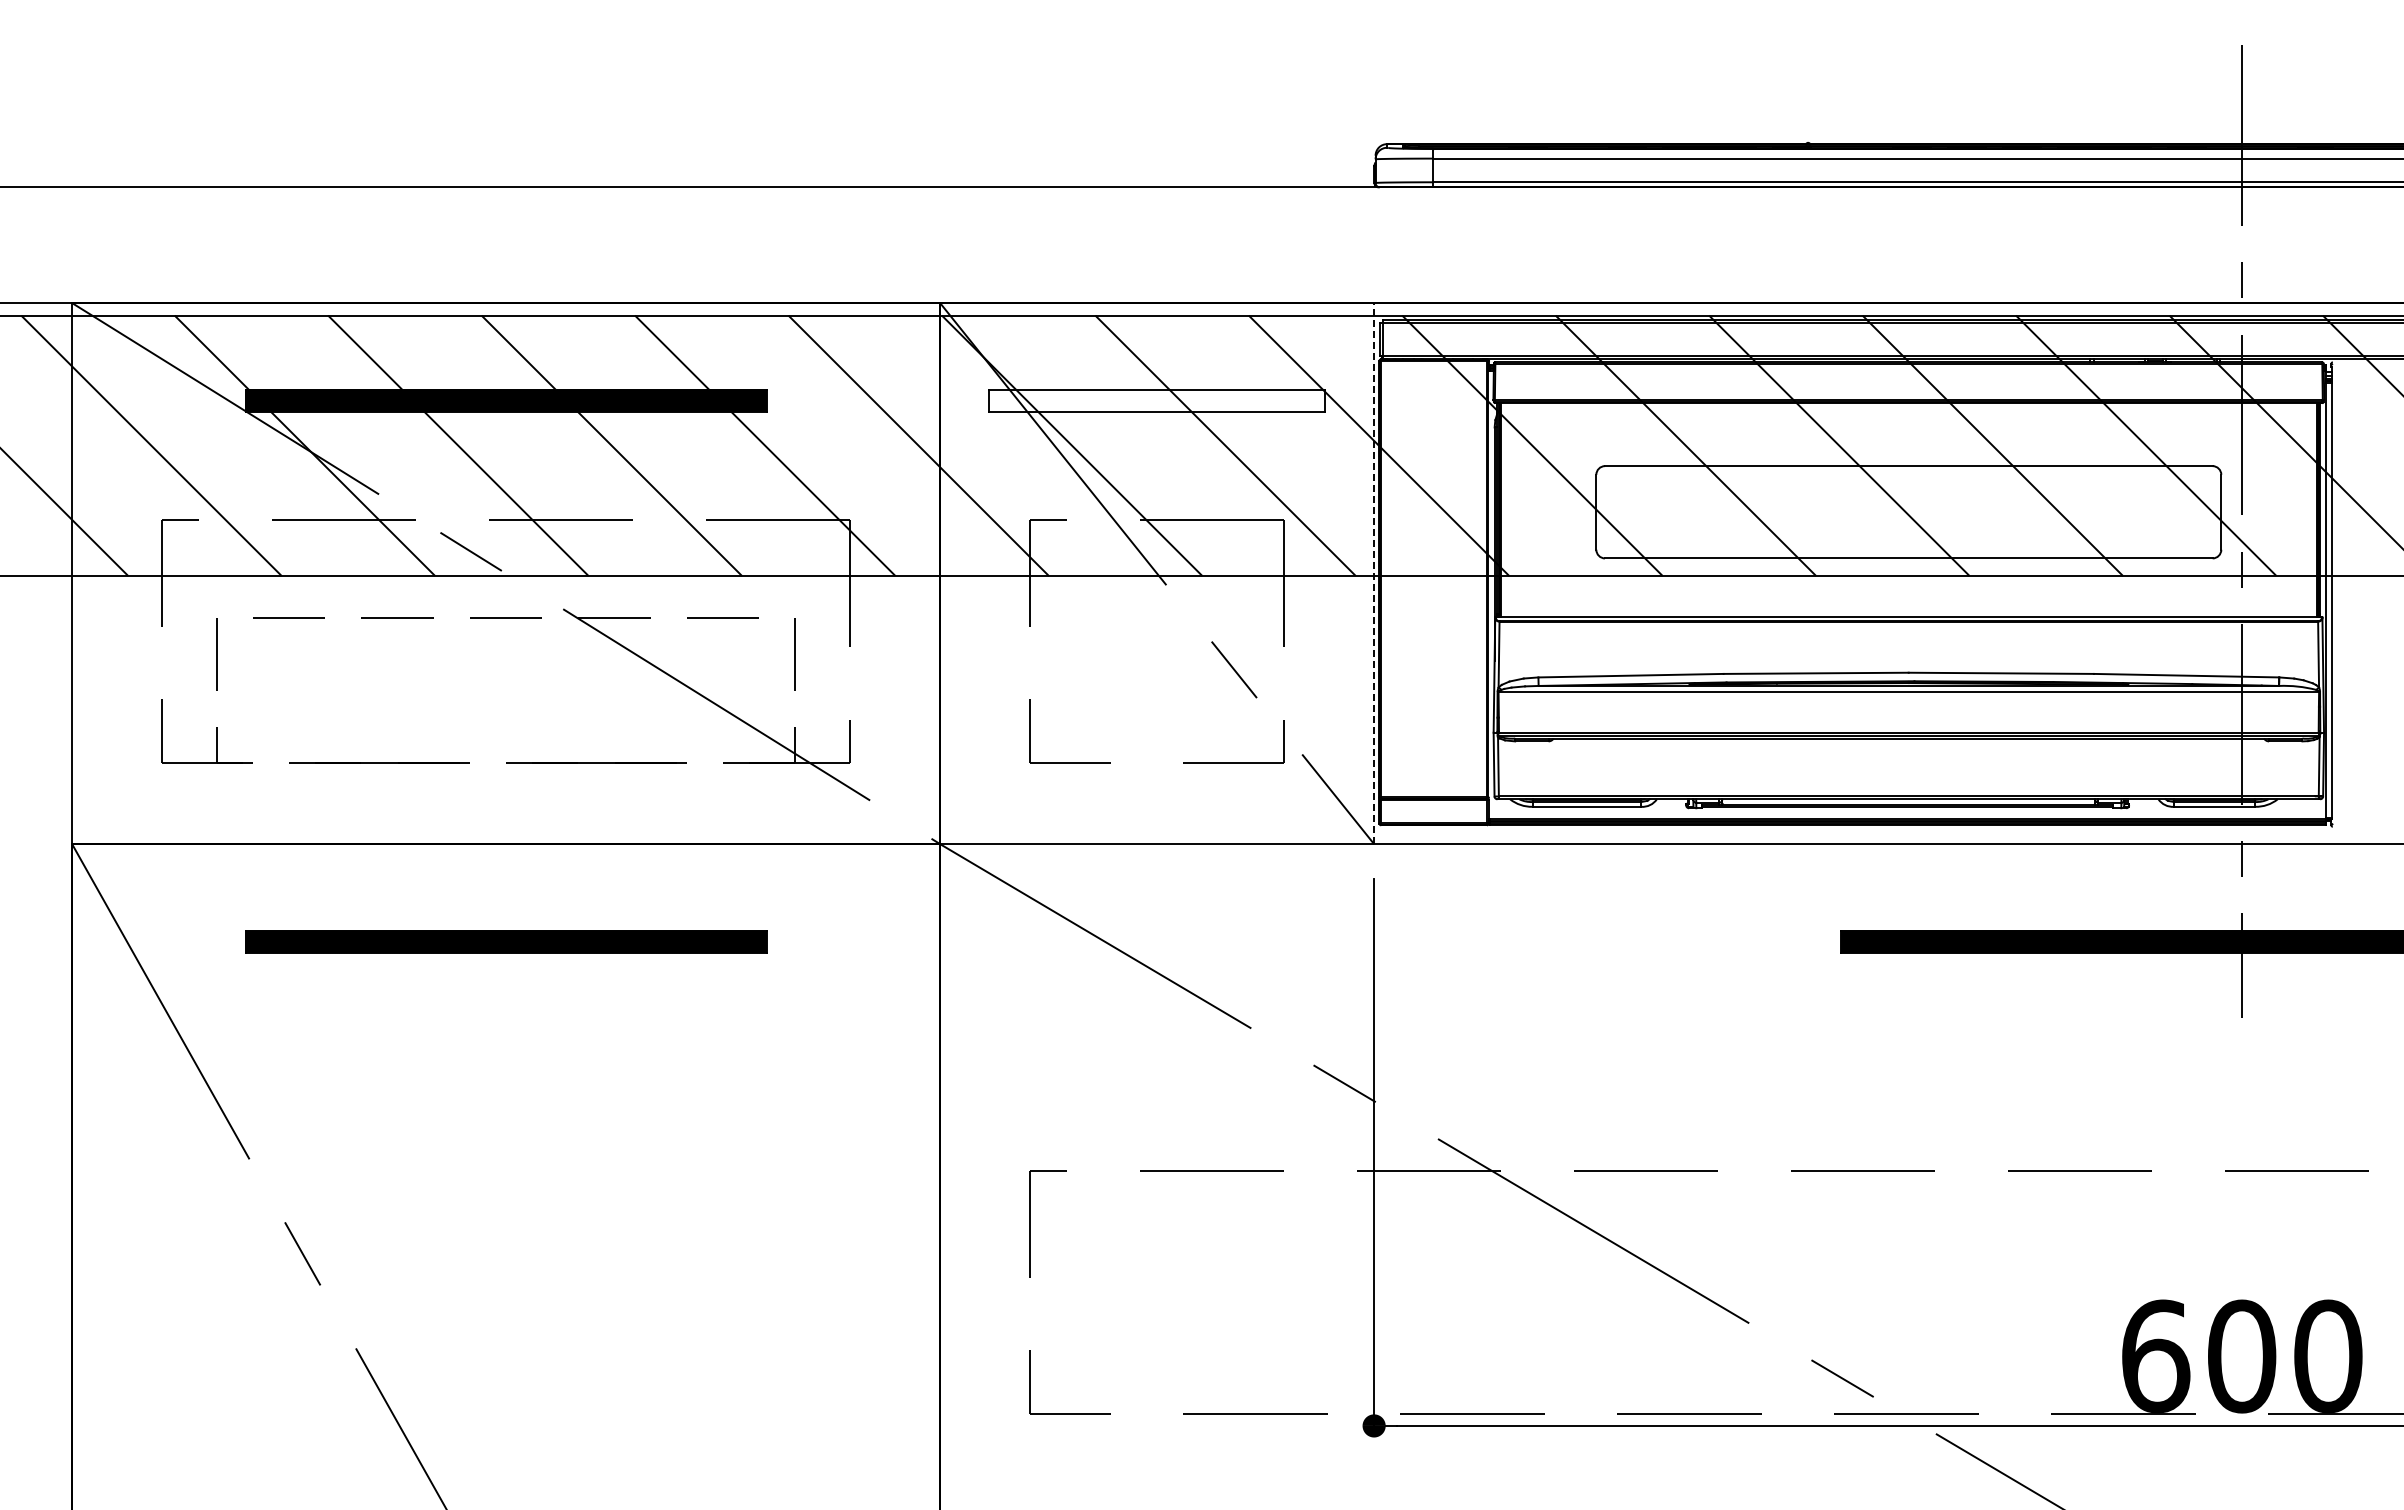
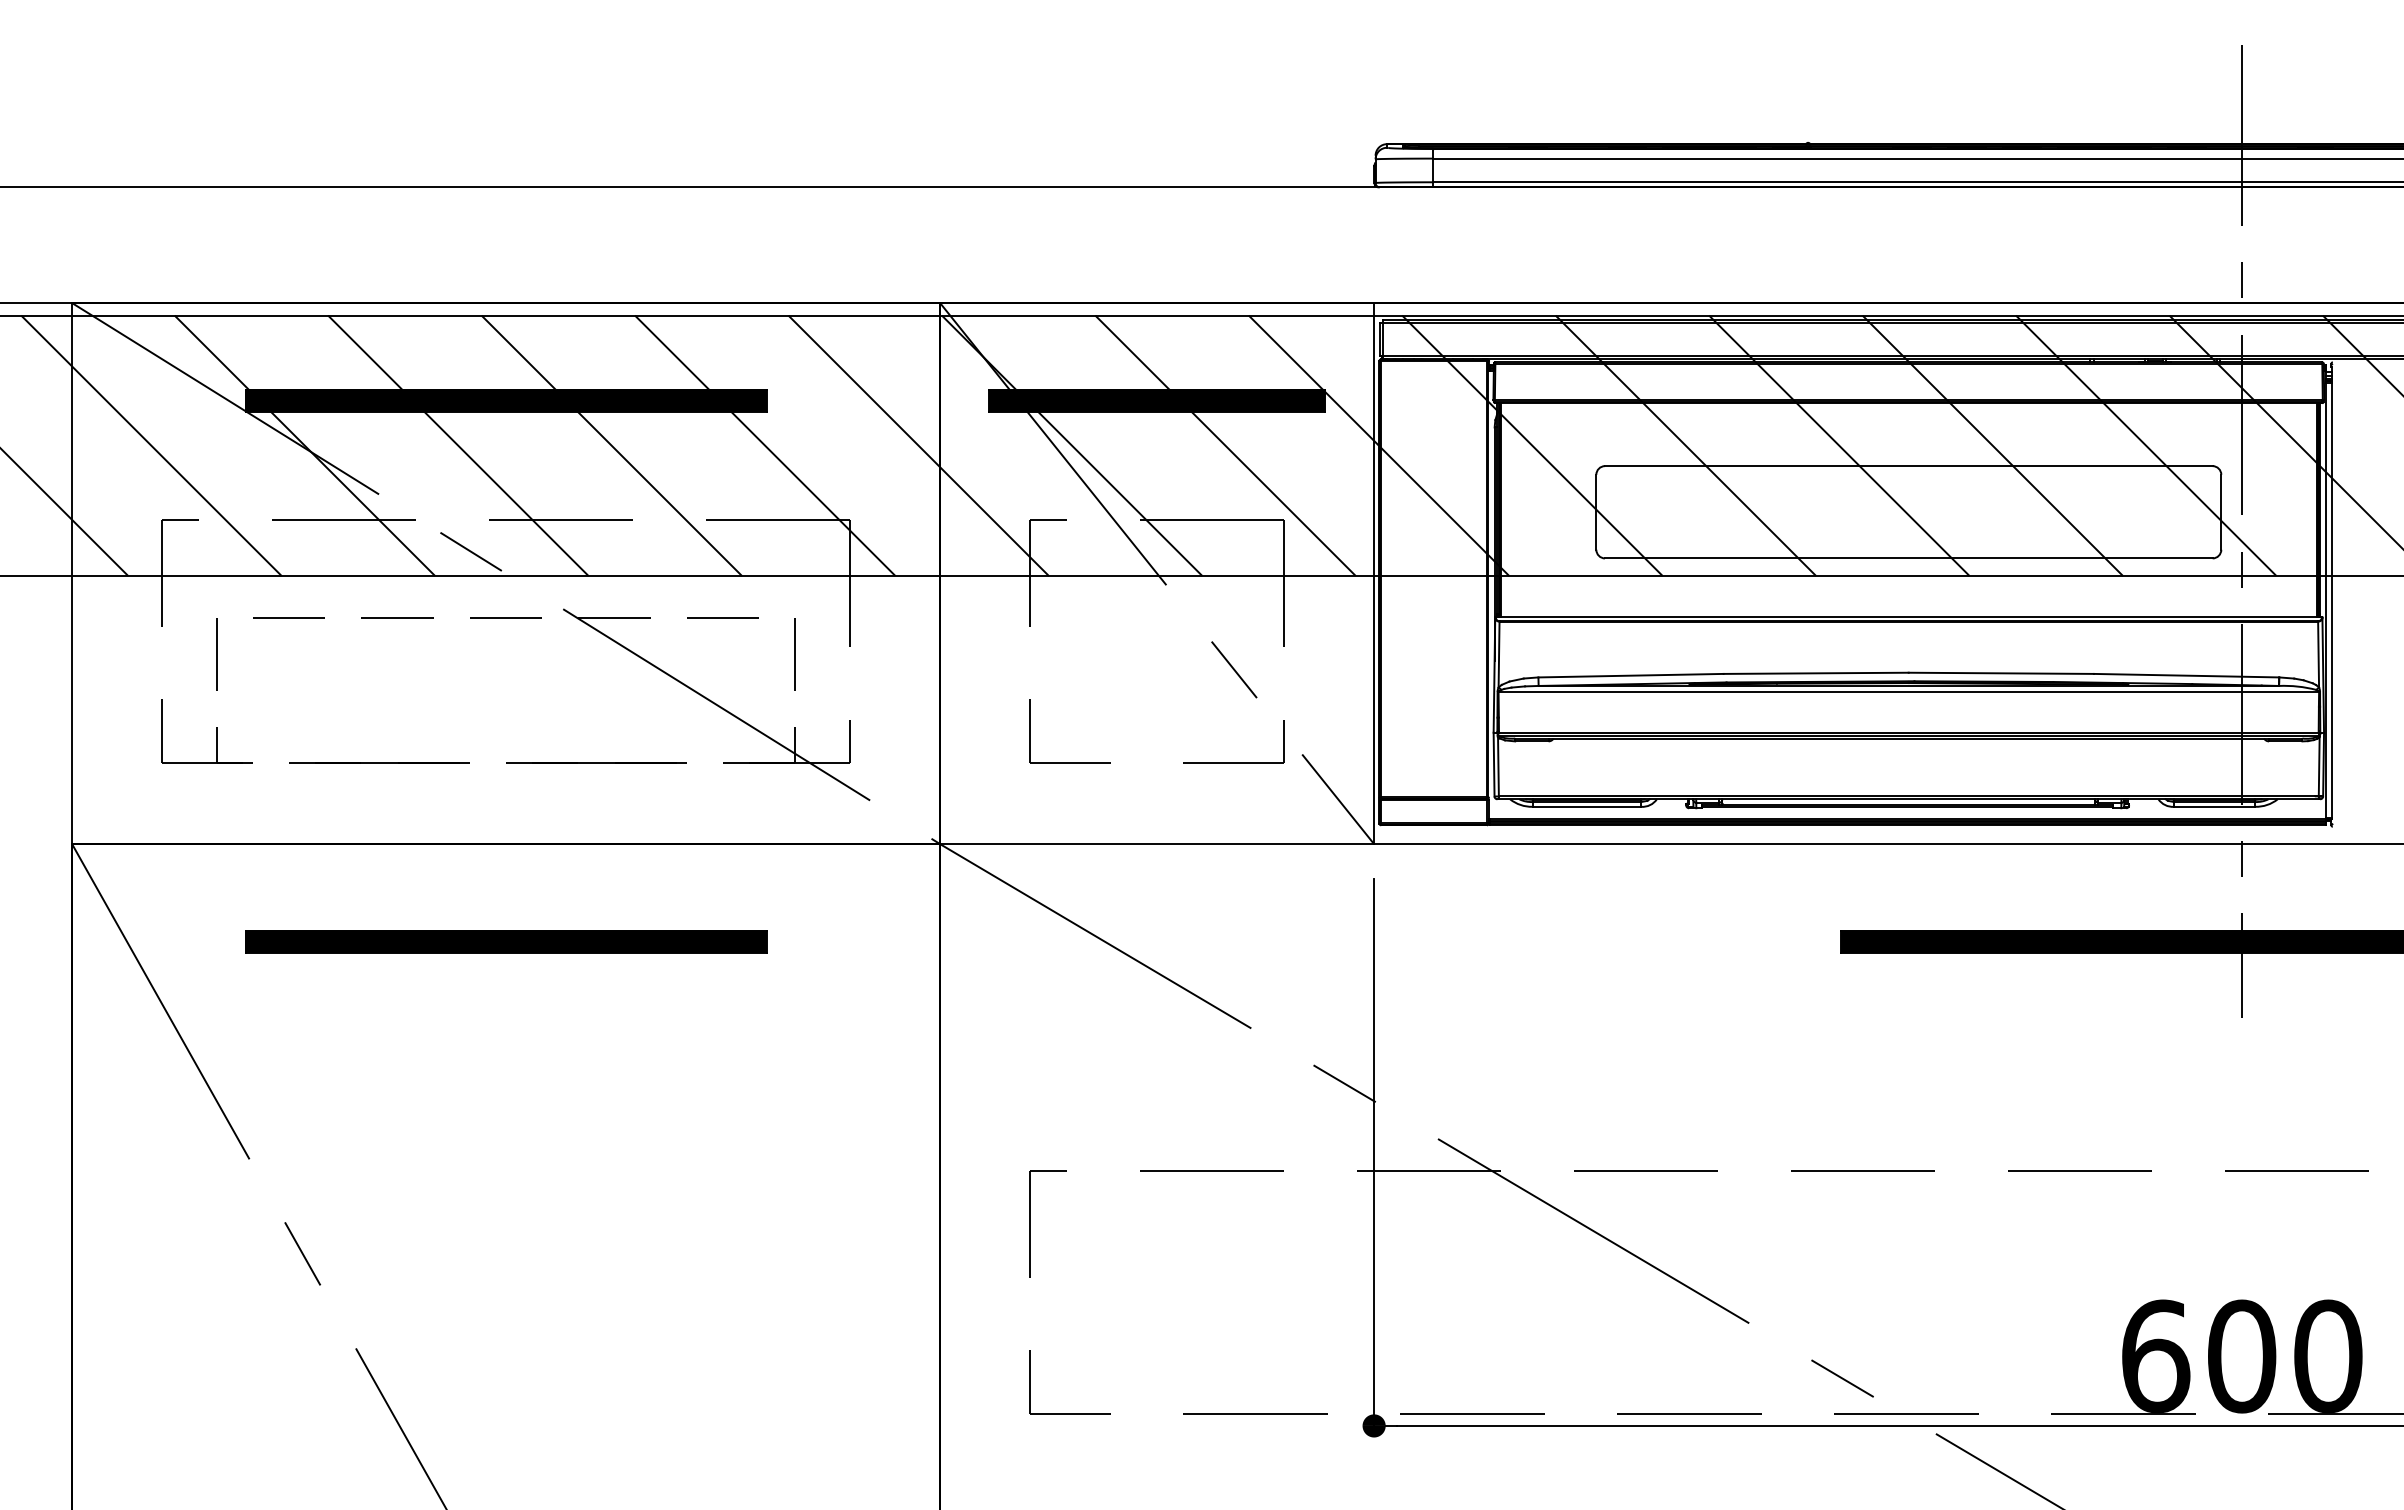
hatch at (1156, 400): none -> present
line at (1374, 573): dashed -> solid
